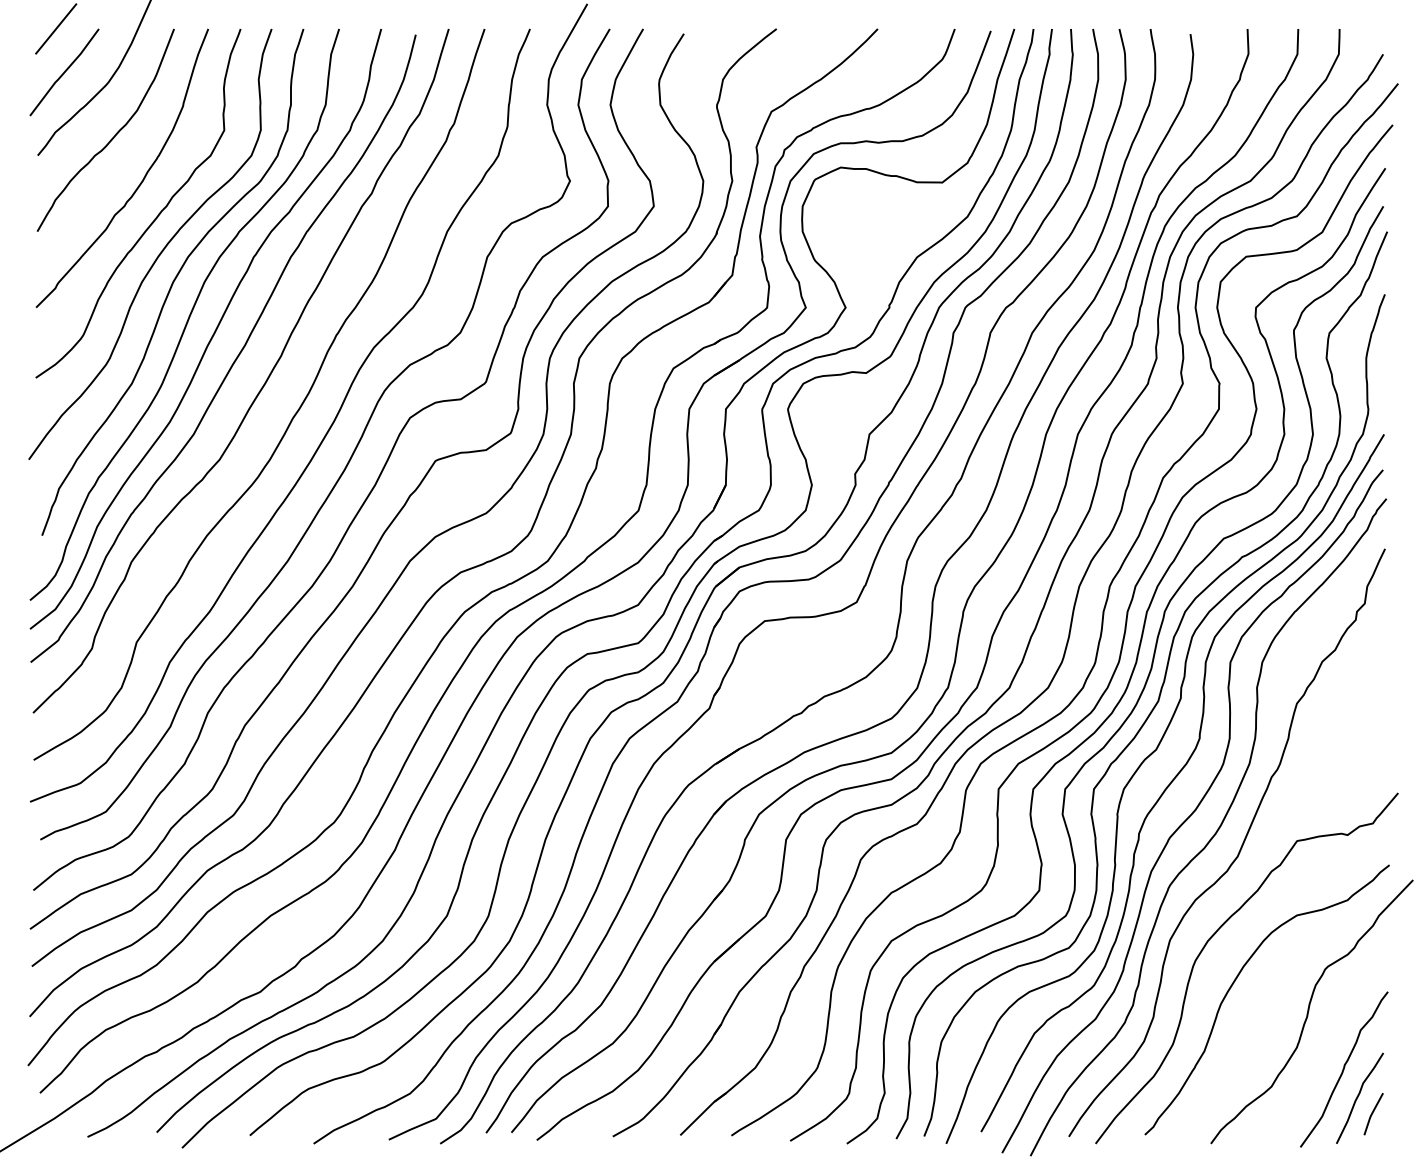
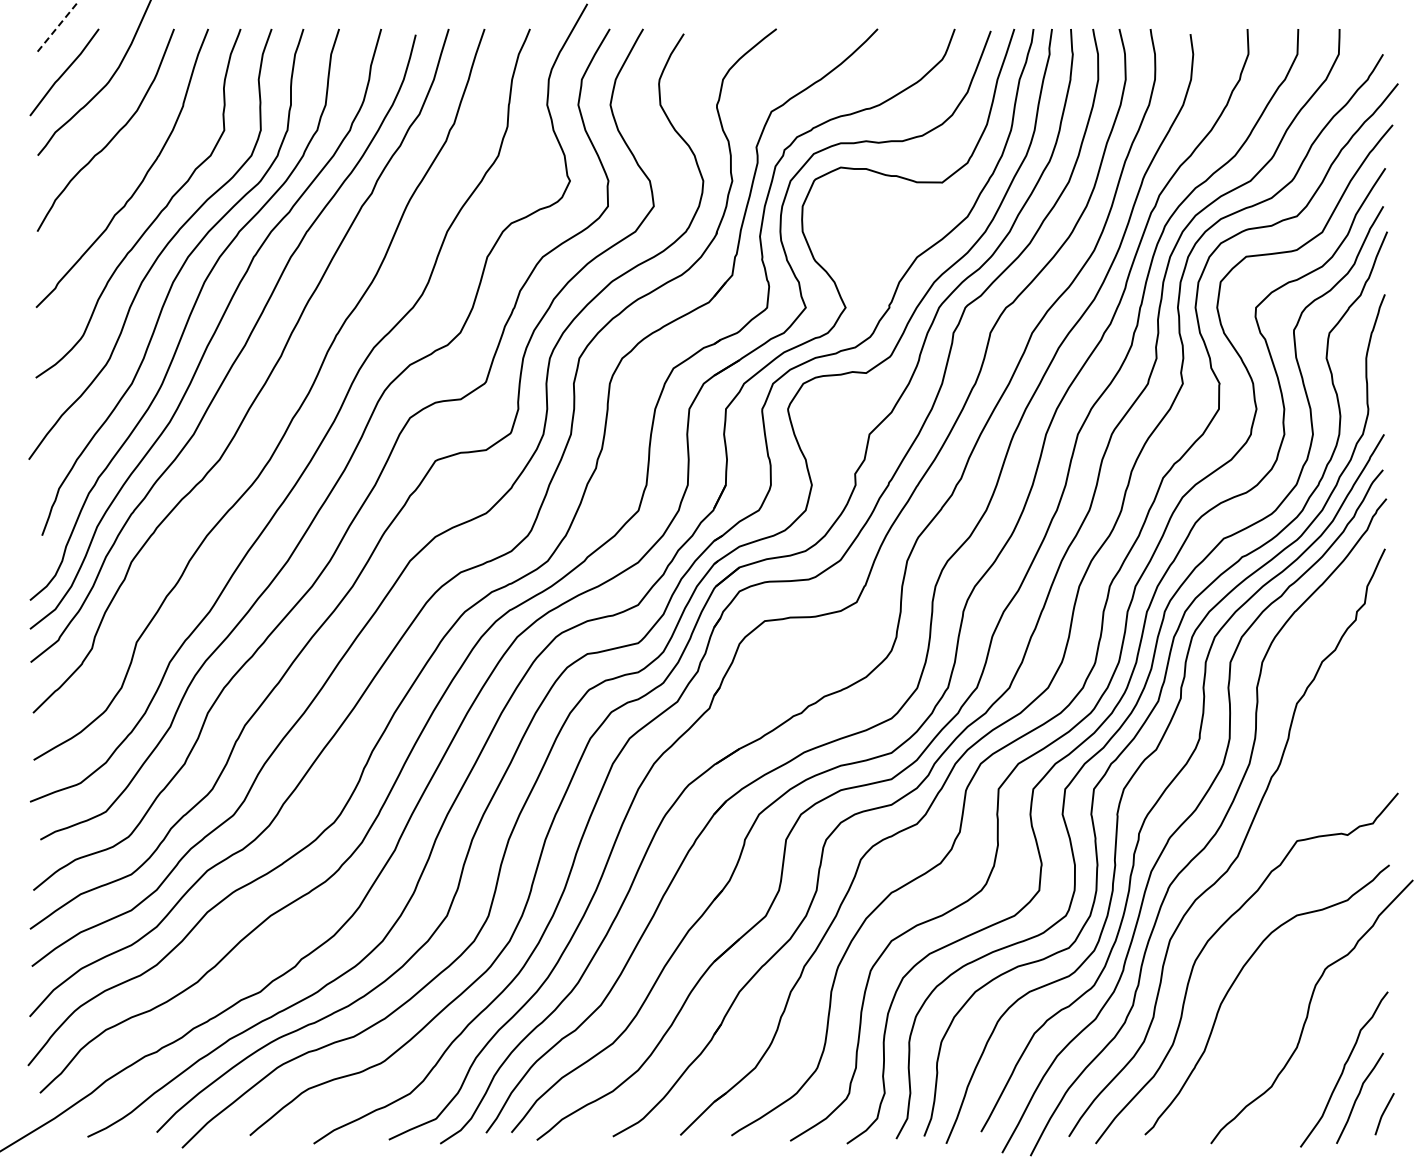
line at (56, 28): solid -> dashed
line at (1373, 1113) position: (1373, 1113) -> (1384, 1113)
